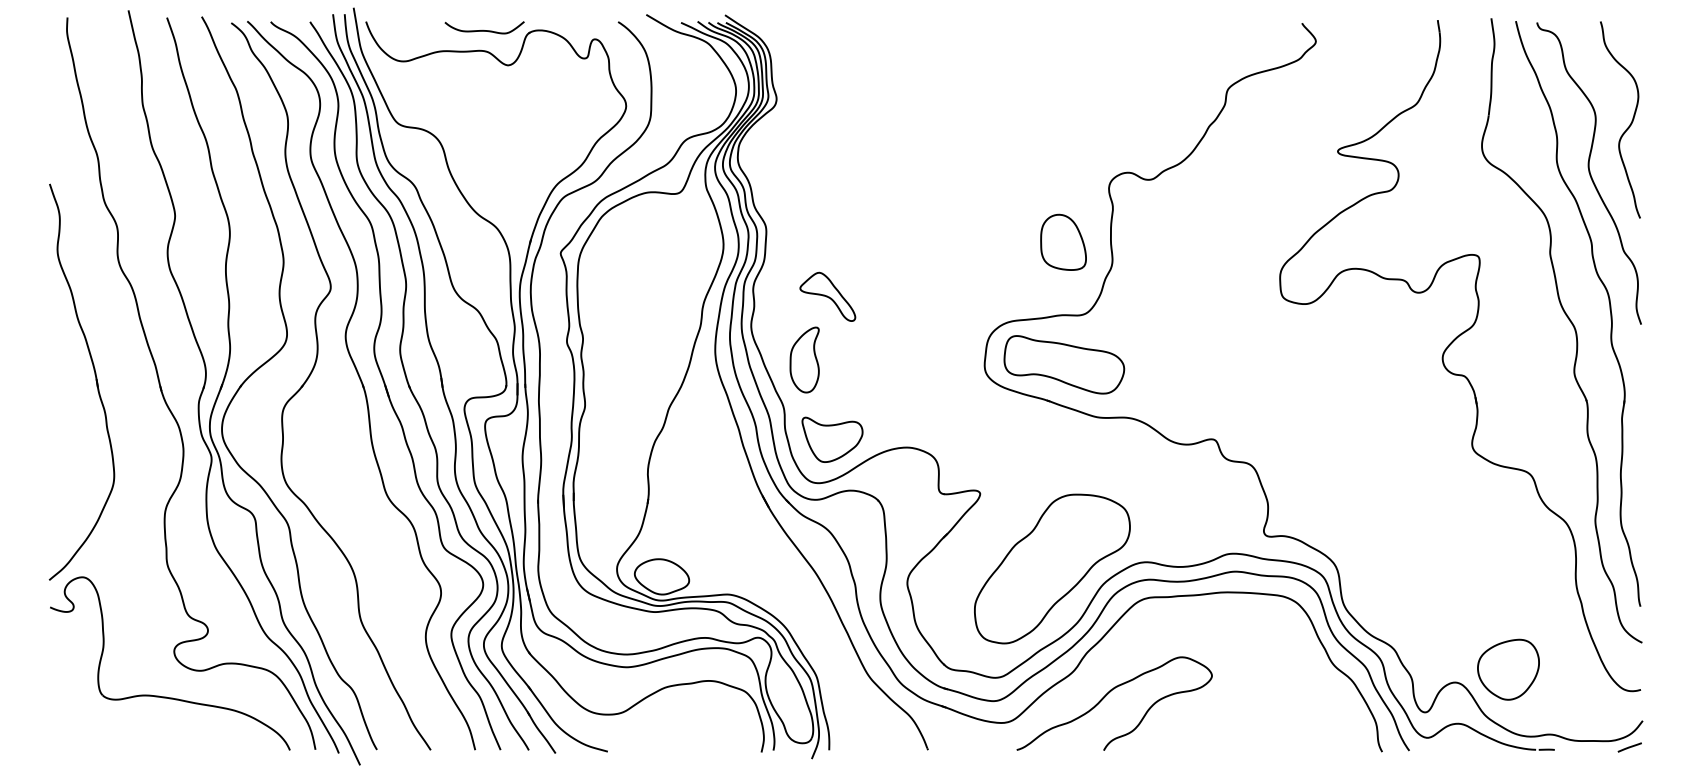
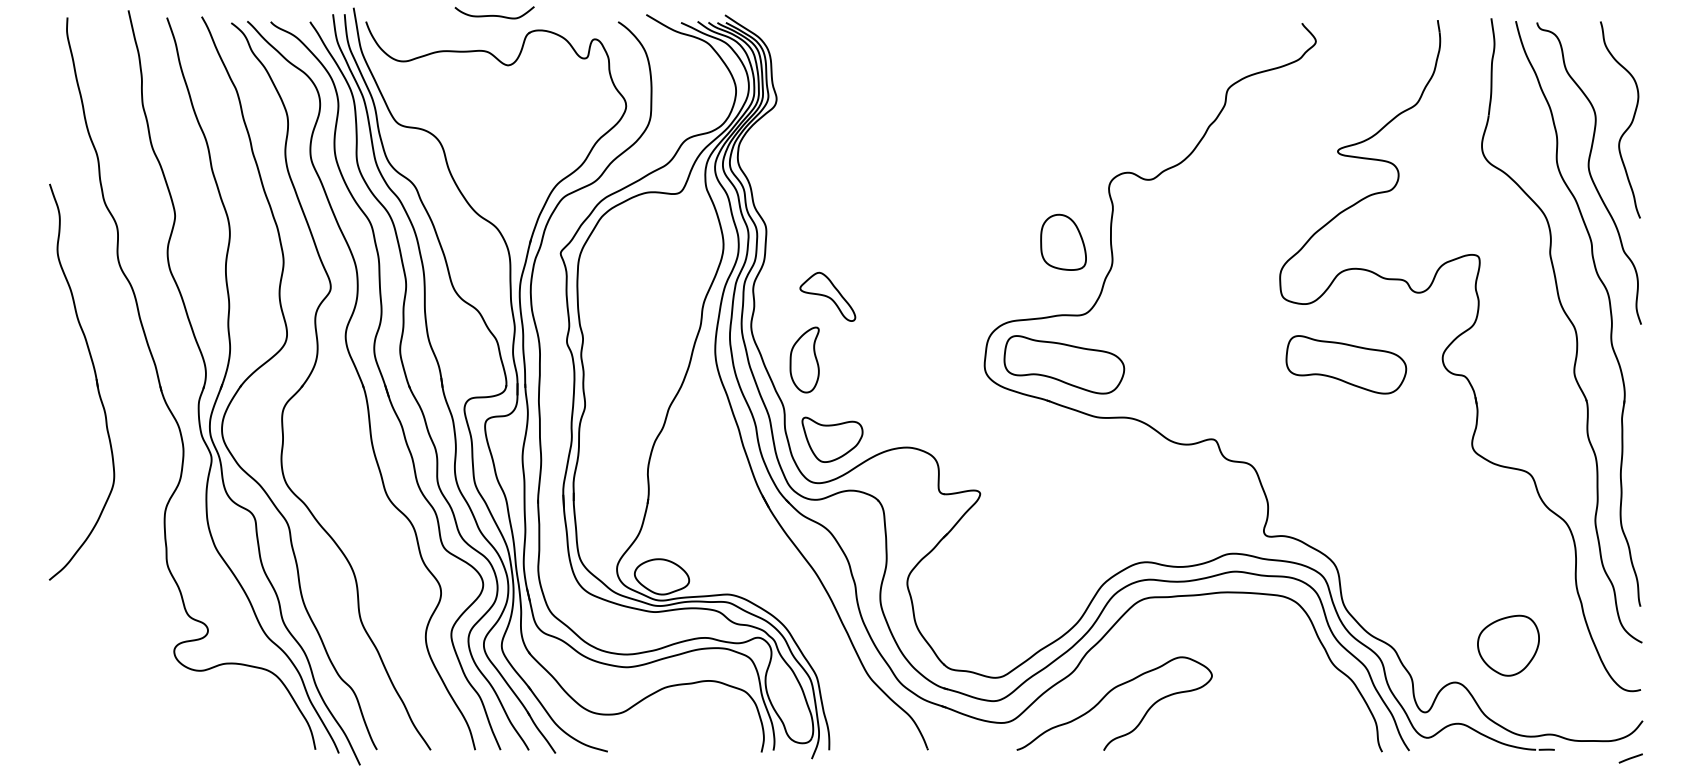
curve at (484, 30) position: (484, 30) -> (494, 15)
part at (1346, 364): none -> present
part at (1052, 568): present -> none
part at (1508, 669) position: (1508, 669) -> (1508, 645)
part at (166, 696): present -> none
line at (1629, 747) position: (1629, 747) -> (1630, 758)
